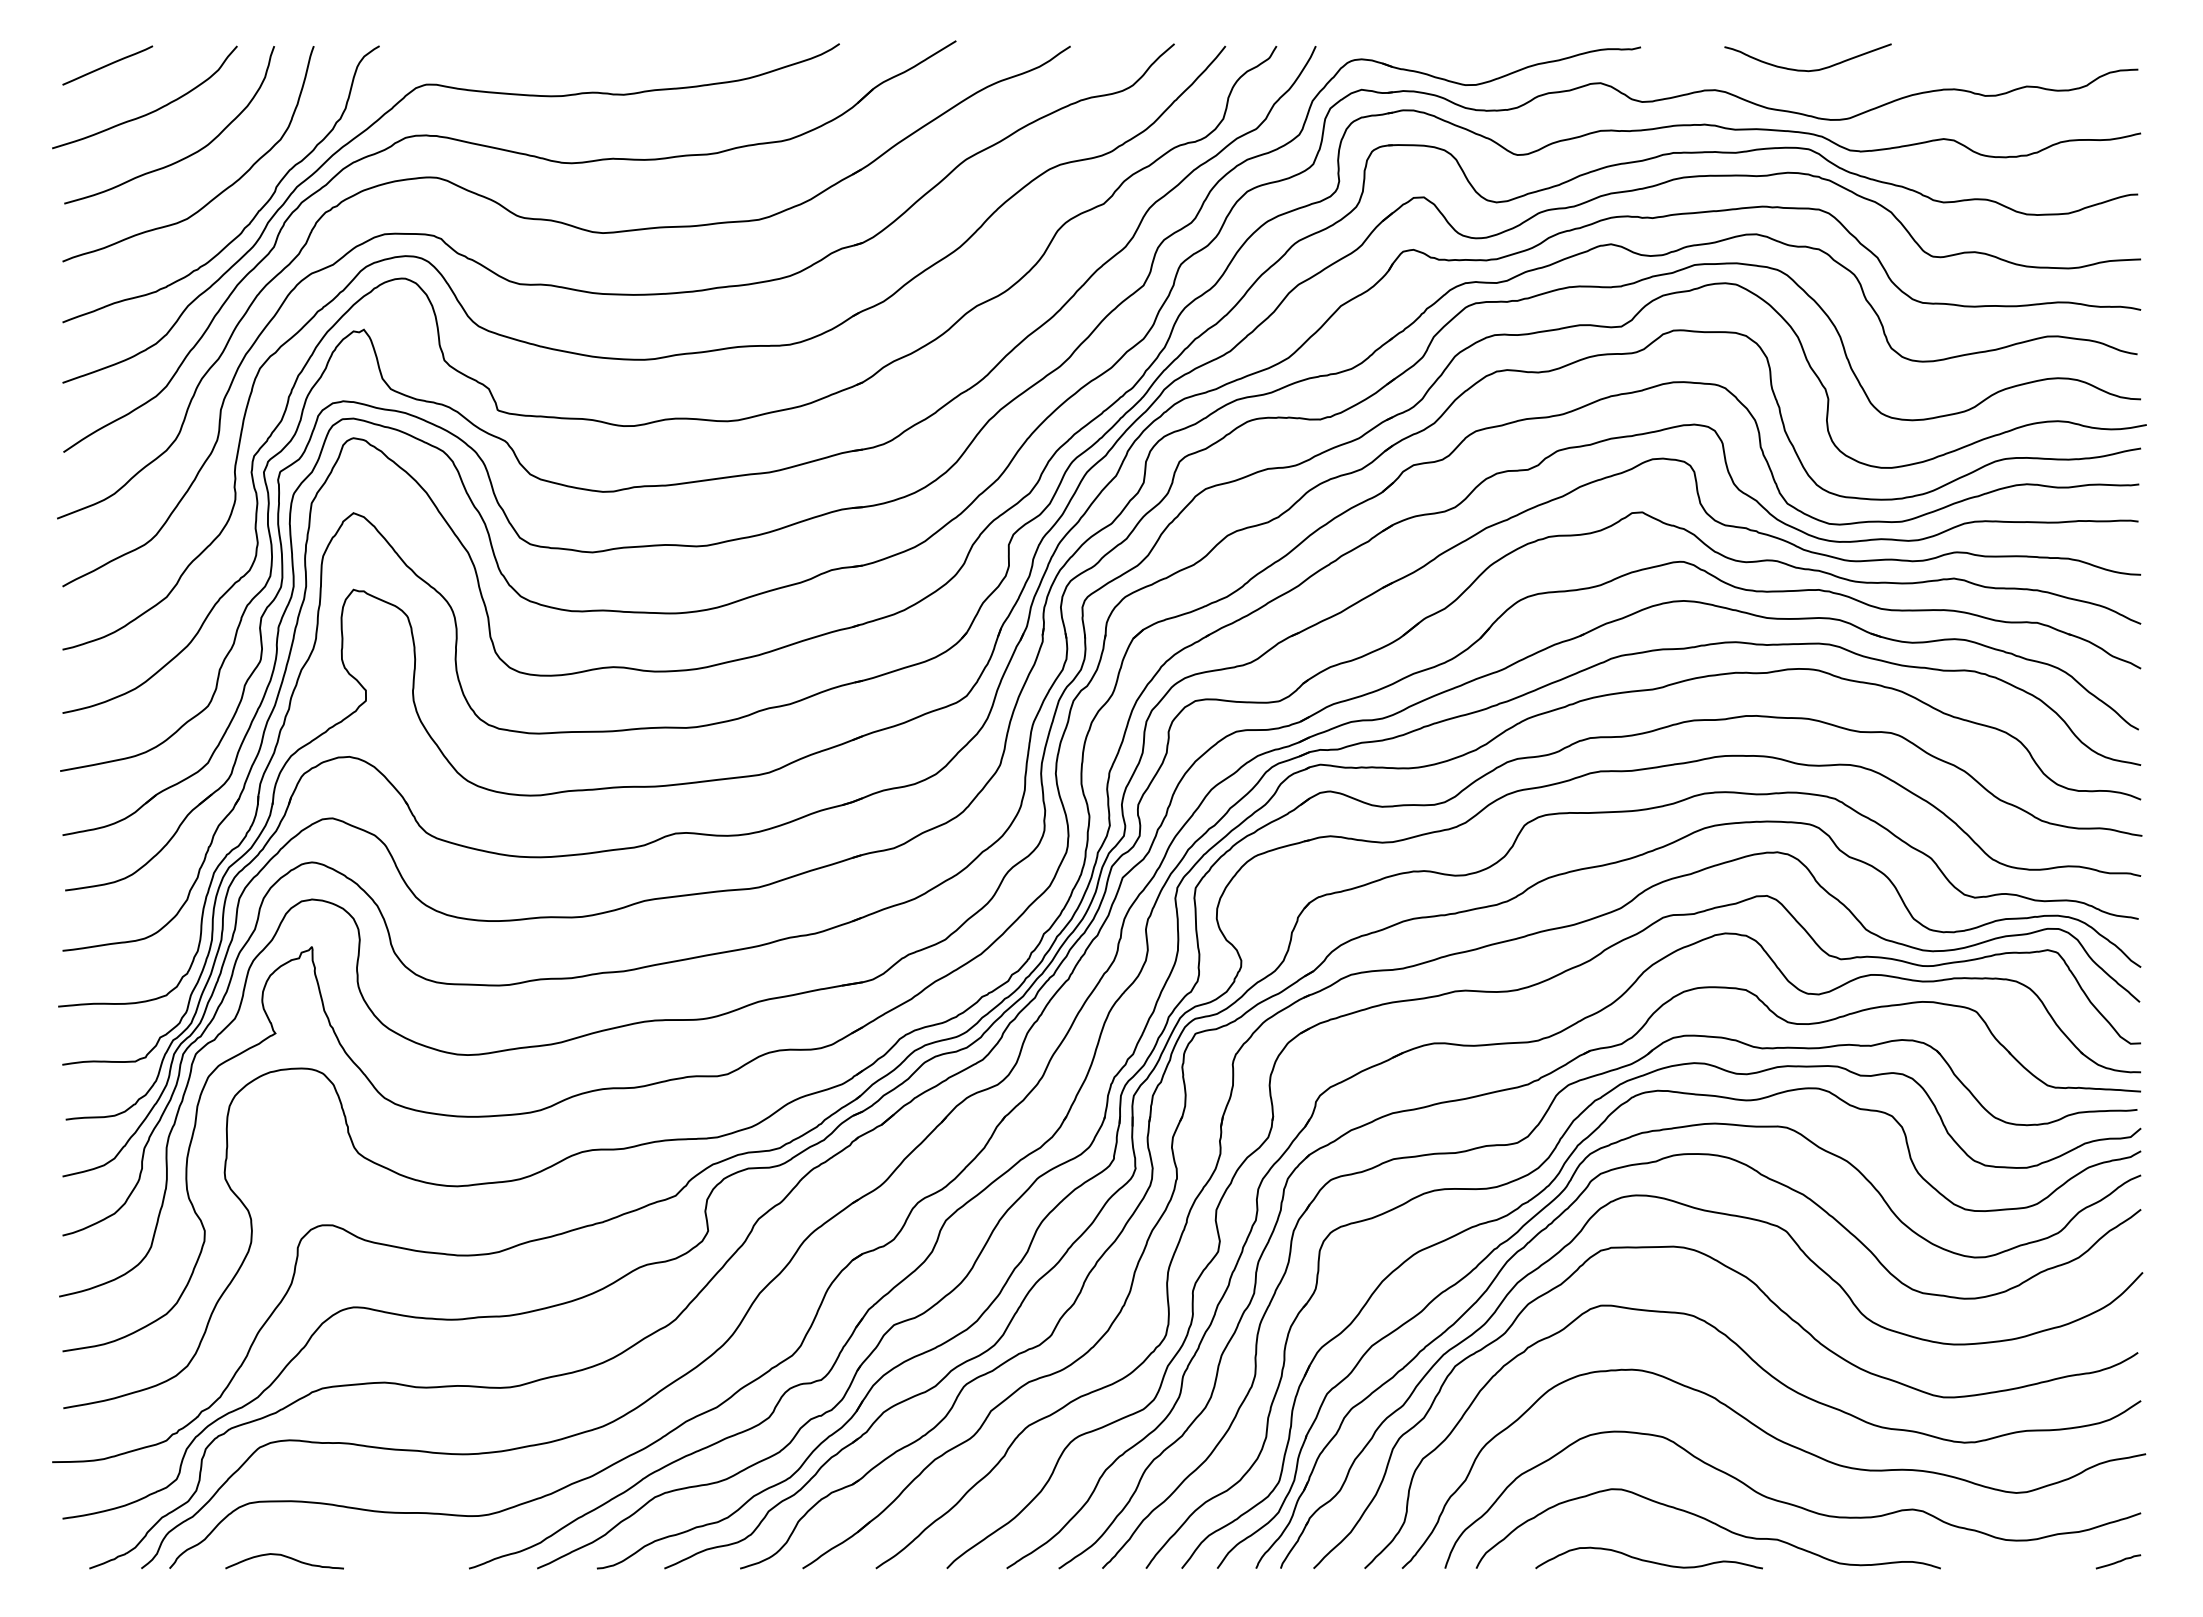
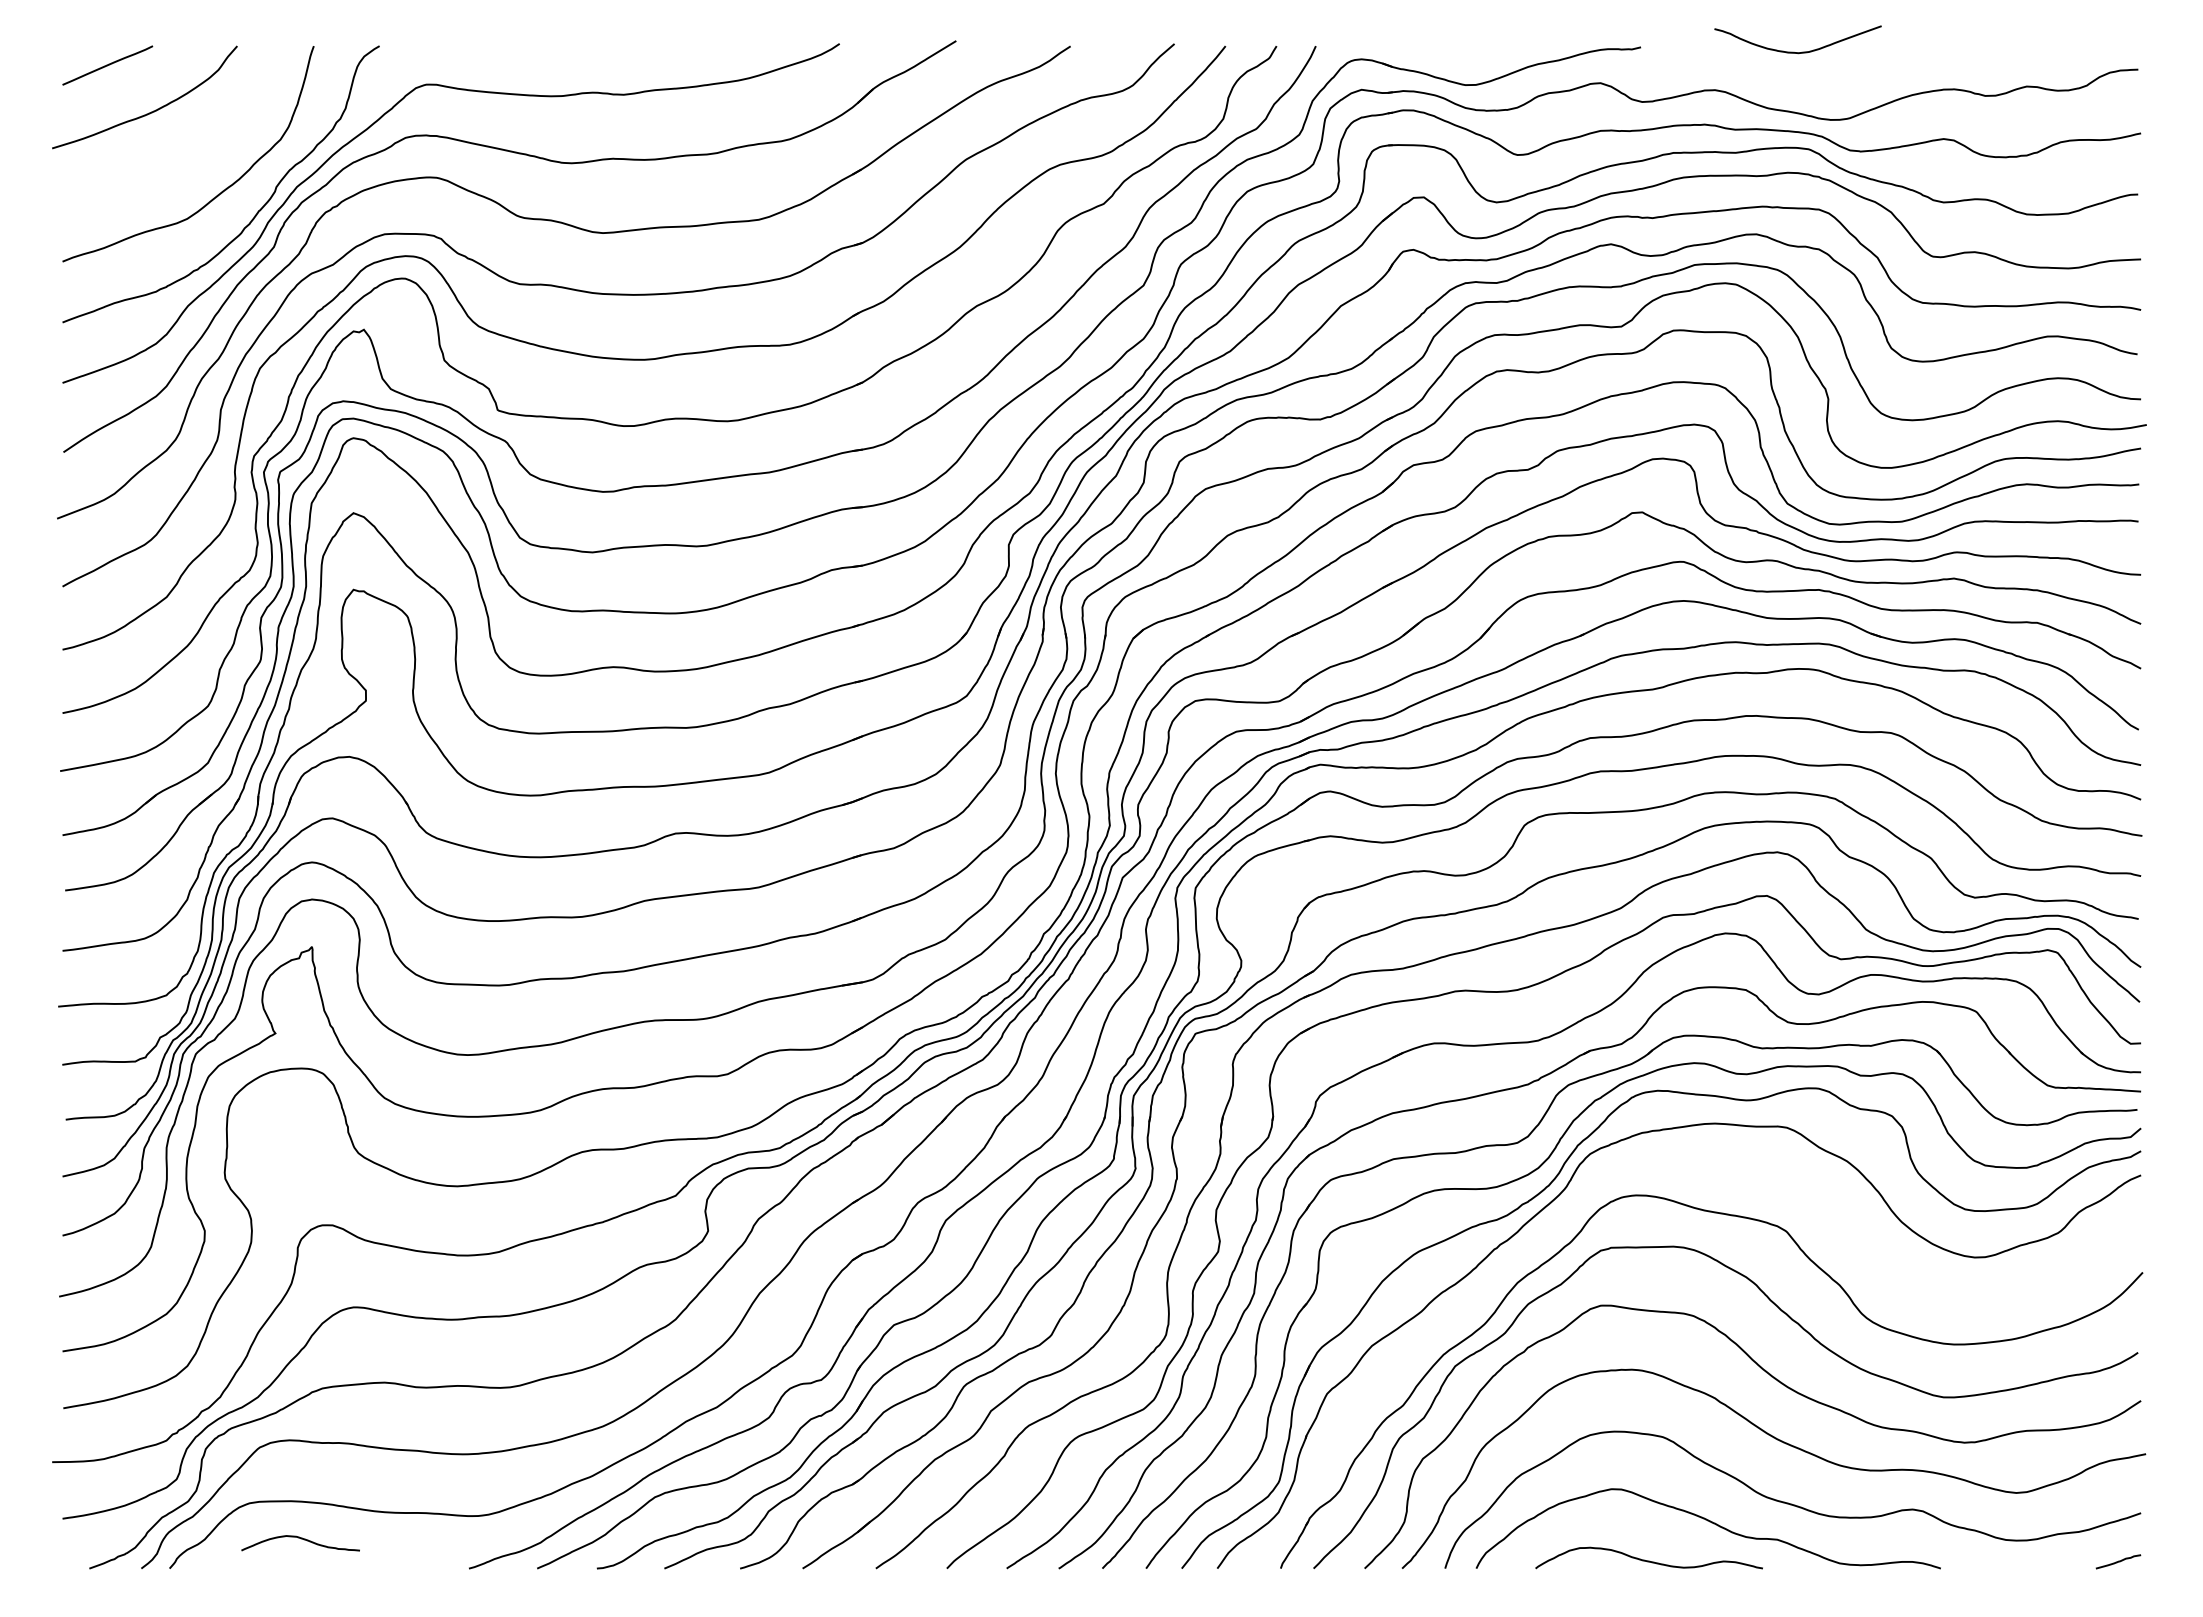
curve at (1803, 69) position: (1803, 69) -> (1793, 51)
curve at (184, 157): present -> none
part at (1772, 1181): present -> none
curve at (285, 1557) position: (285, 1557) -> (301, 1539)
